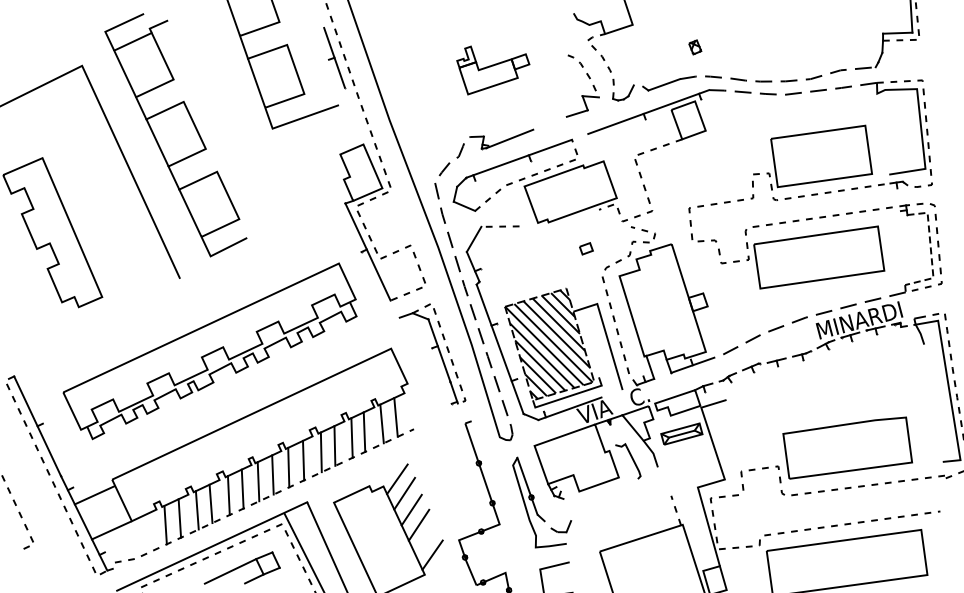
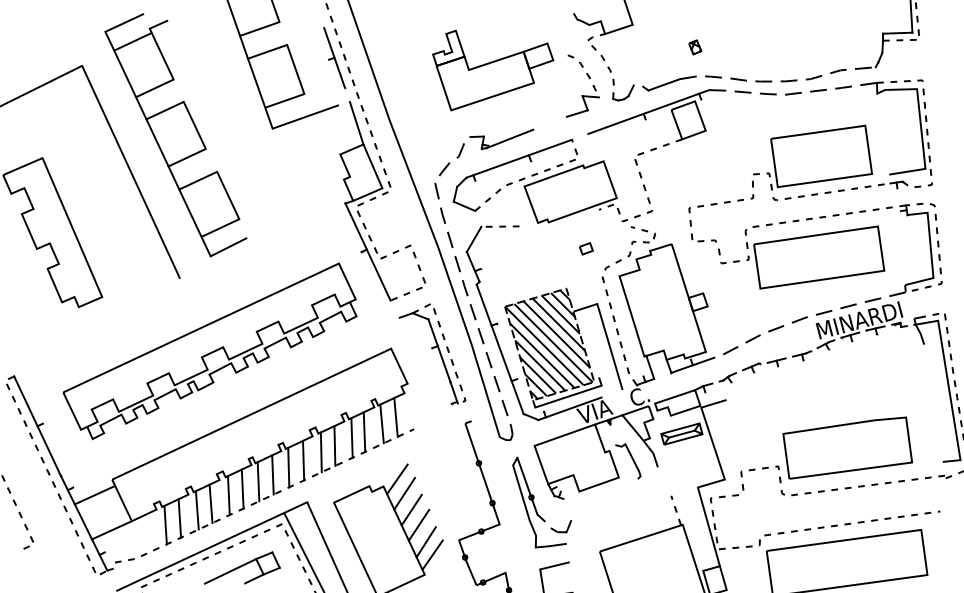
part at (493, 70) size: 75x51 px -> 123x83 px
line at (356, 123): none -> present
line at (930, 250): dashed -> solid
line at (425, 542): none -> present
